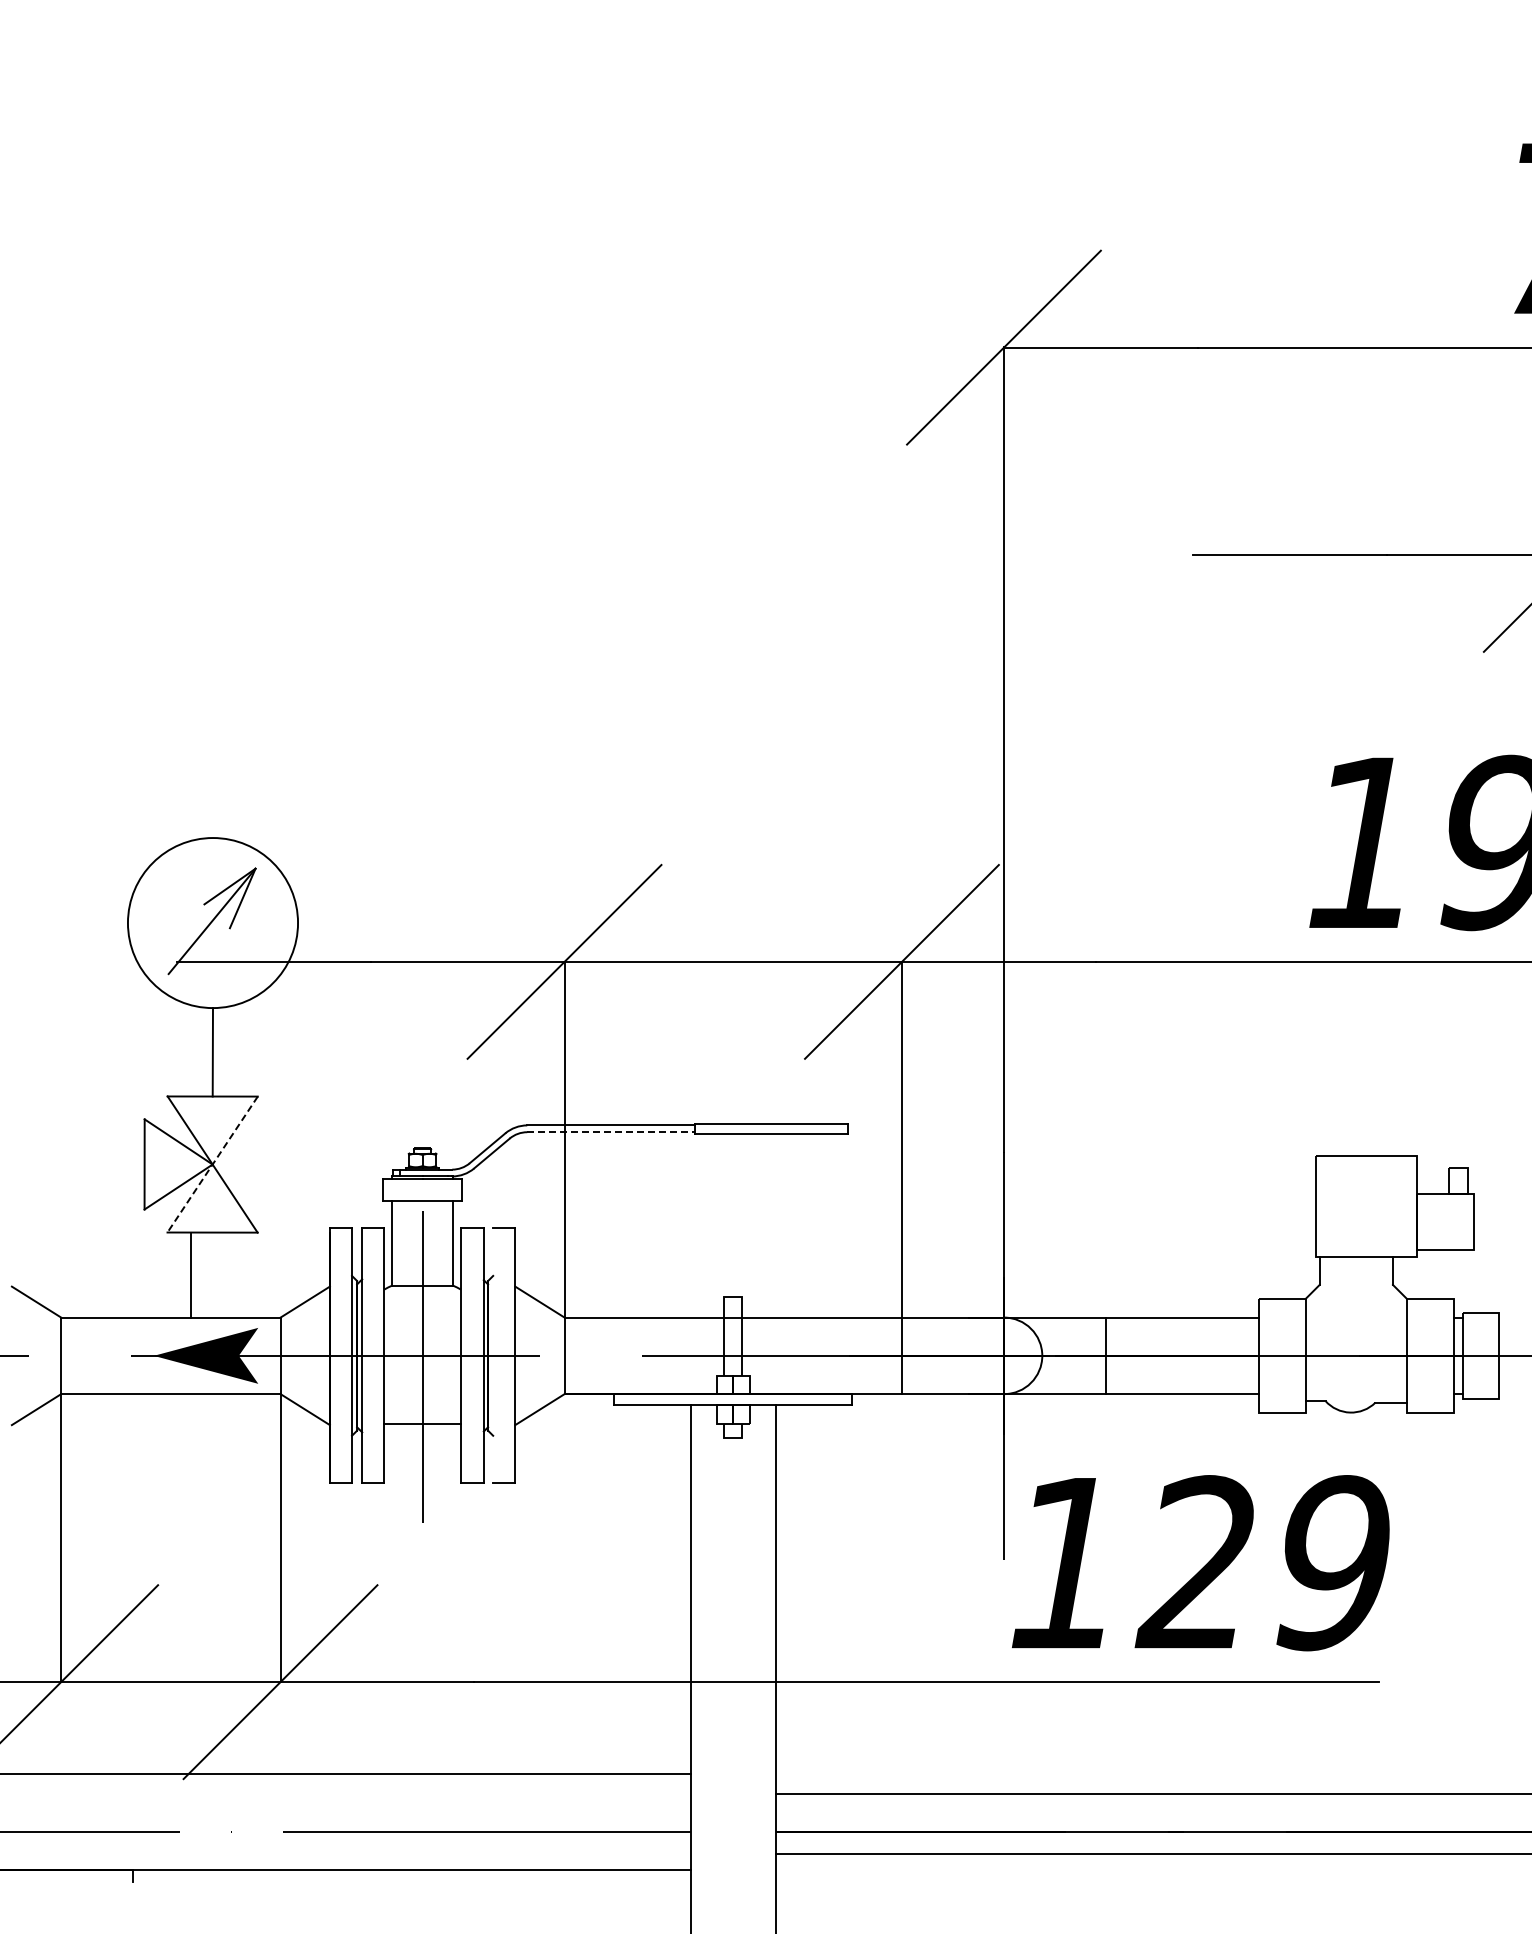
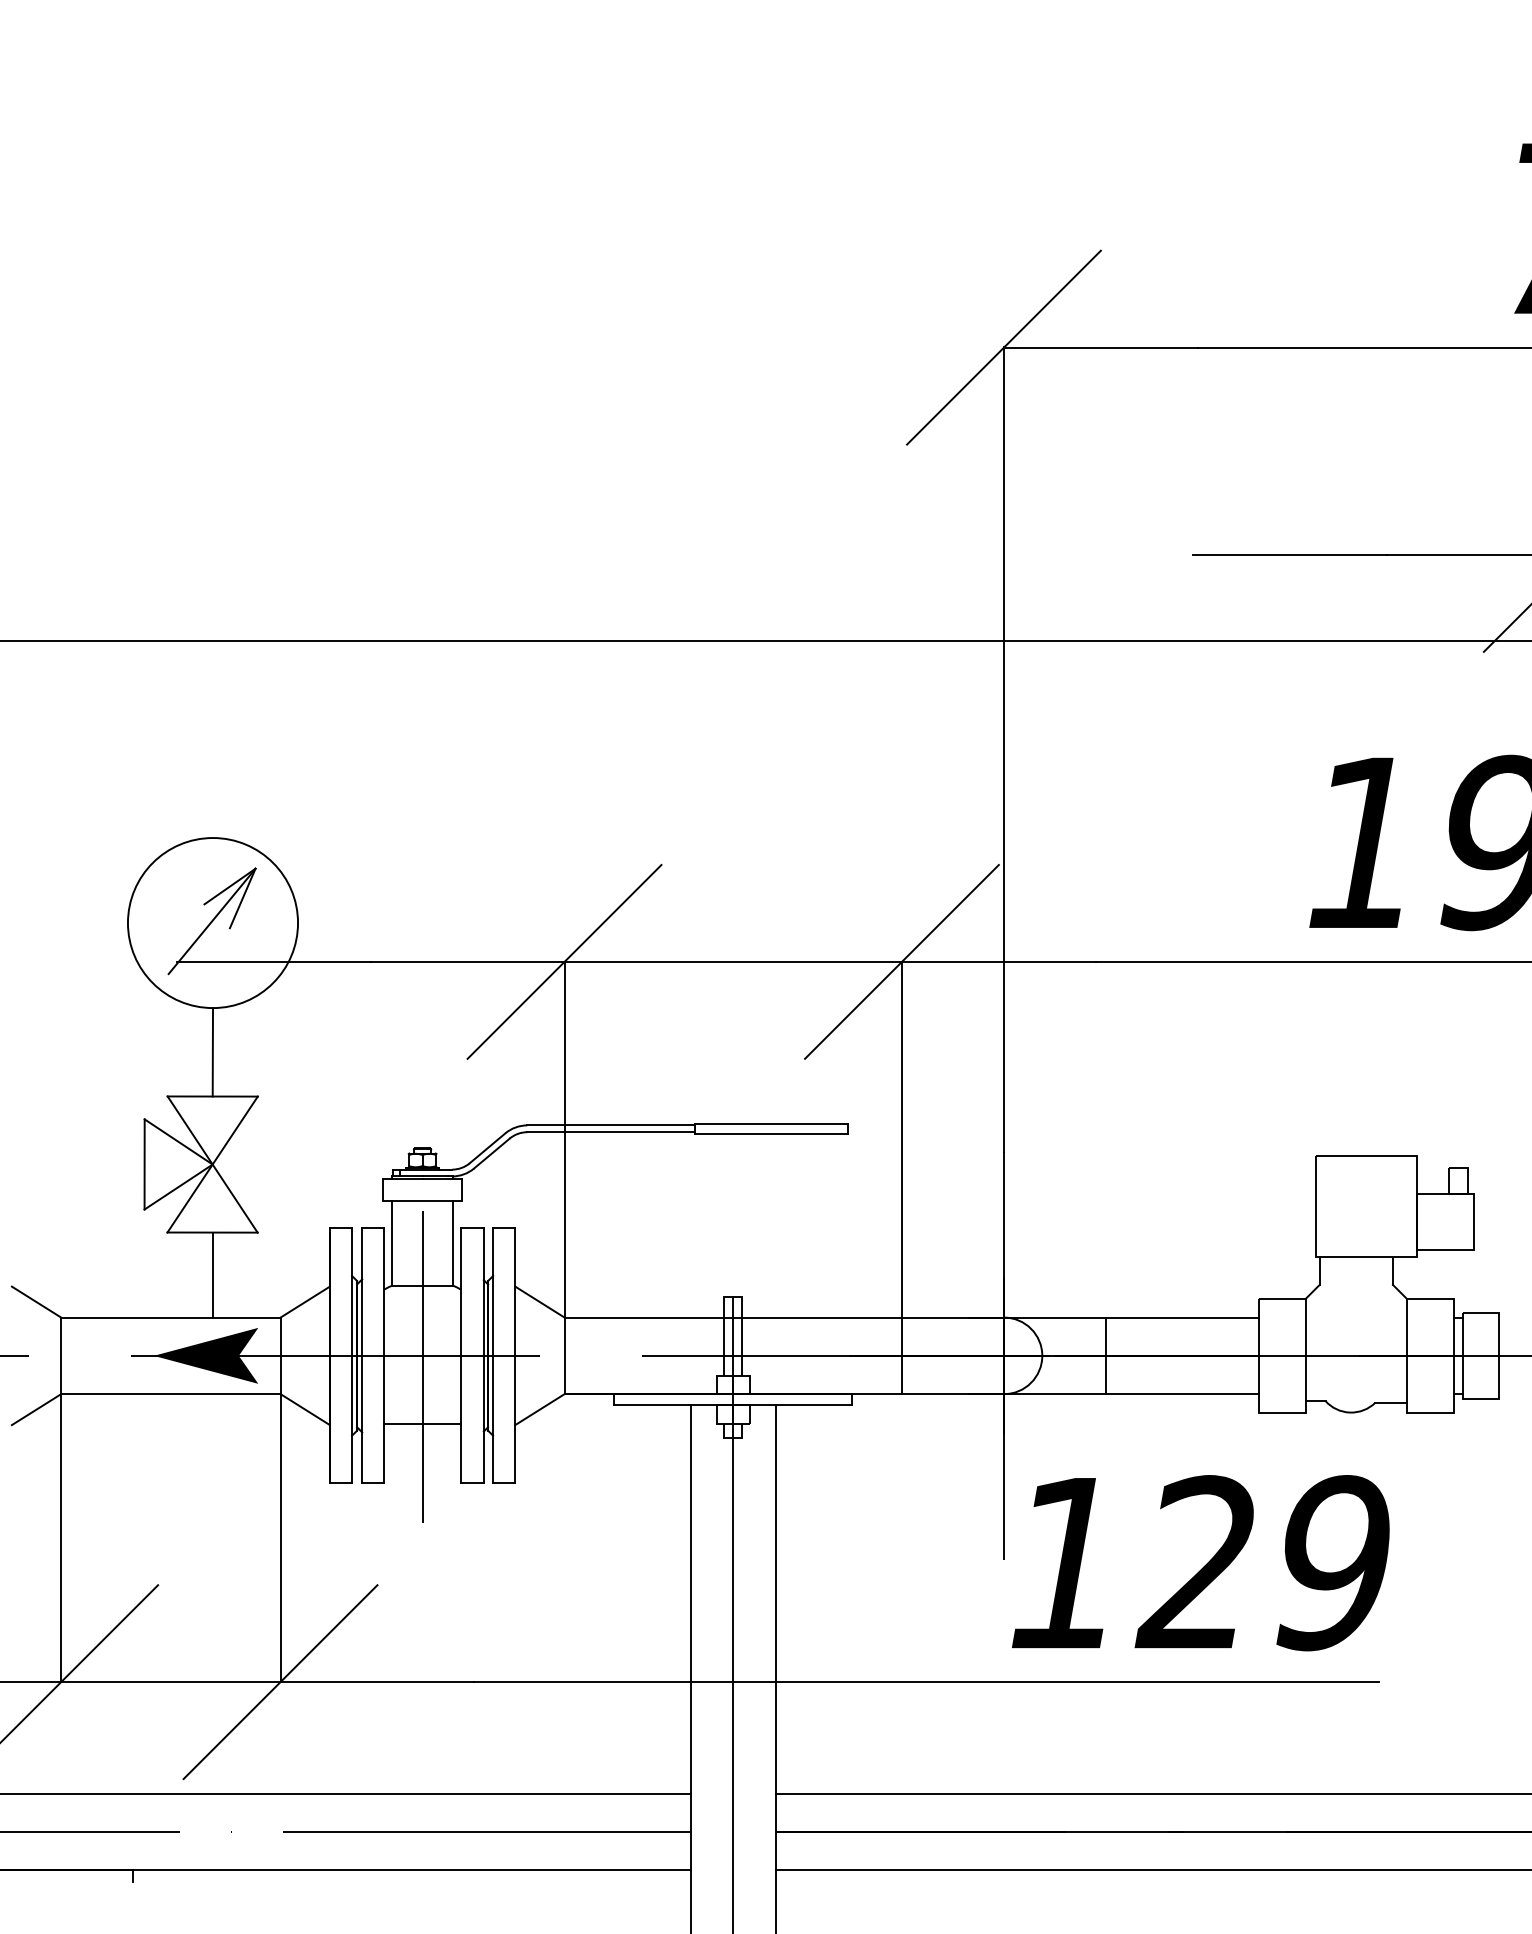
line at (765, 640): none -> present
line at (610, 1132): dashed -> solid
line at (212, 1164): dashed -> solid
line at (190, 1274) position: (190, 1274) -> (212, 1274)
line at (493, 1355): none -> present
line at (733, 1613): none -> present
line at (346, 1773) position: (346, 1773) -> (346, 1793)
line at (1151, 1854) position: (1151, 1854) -> (1151, 1870)
